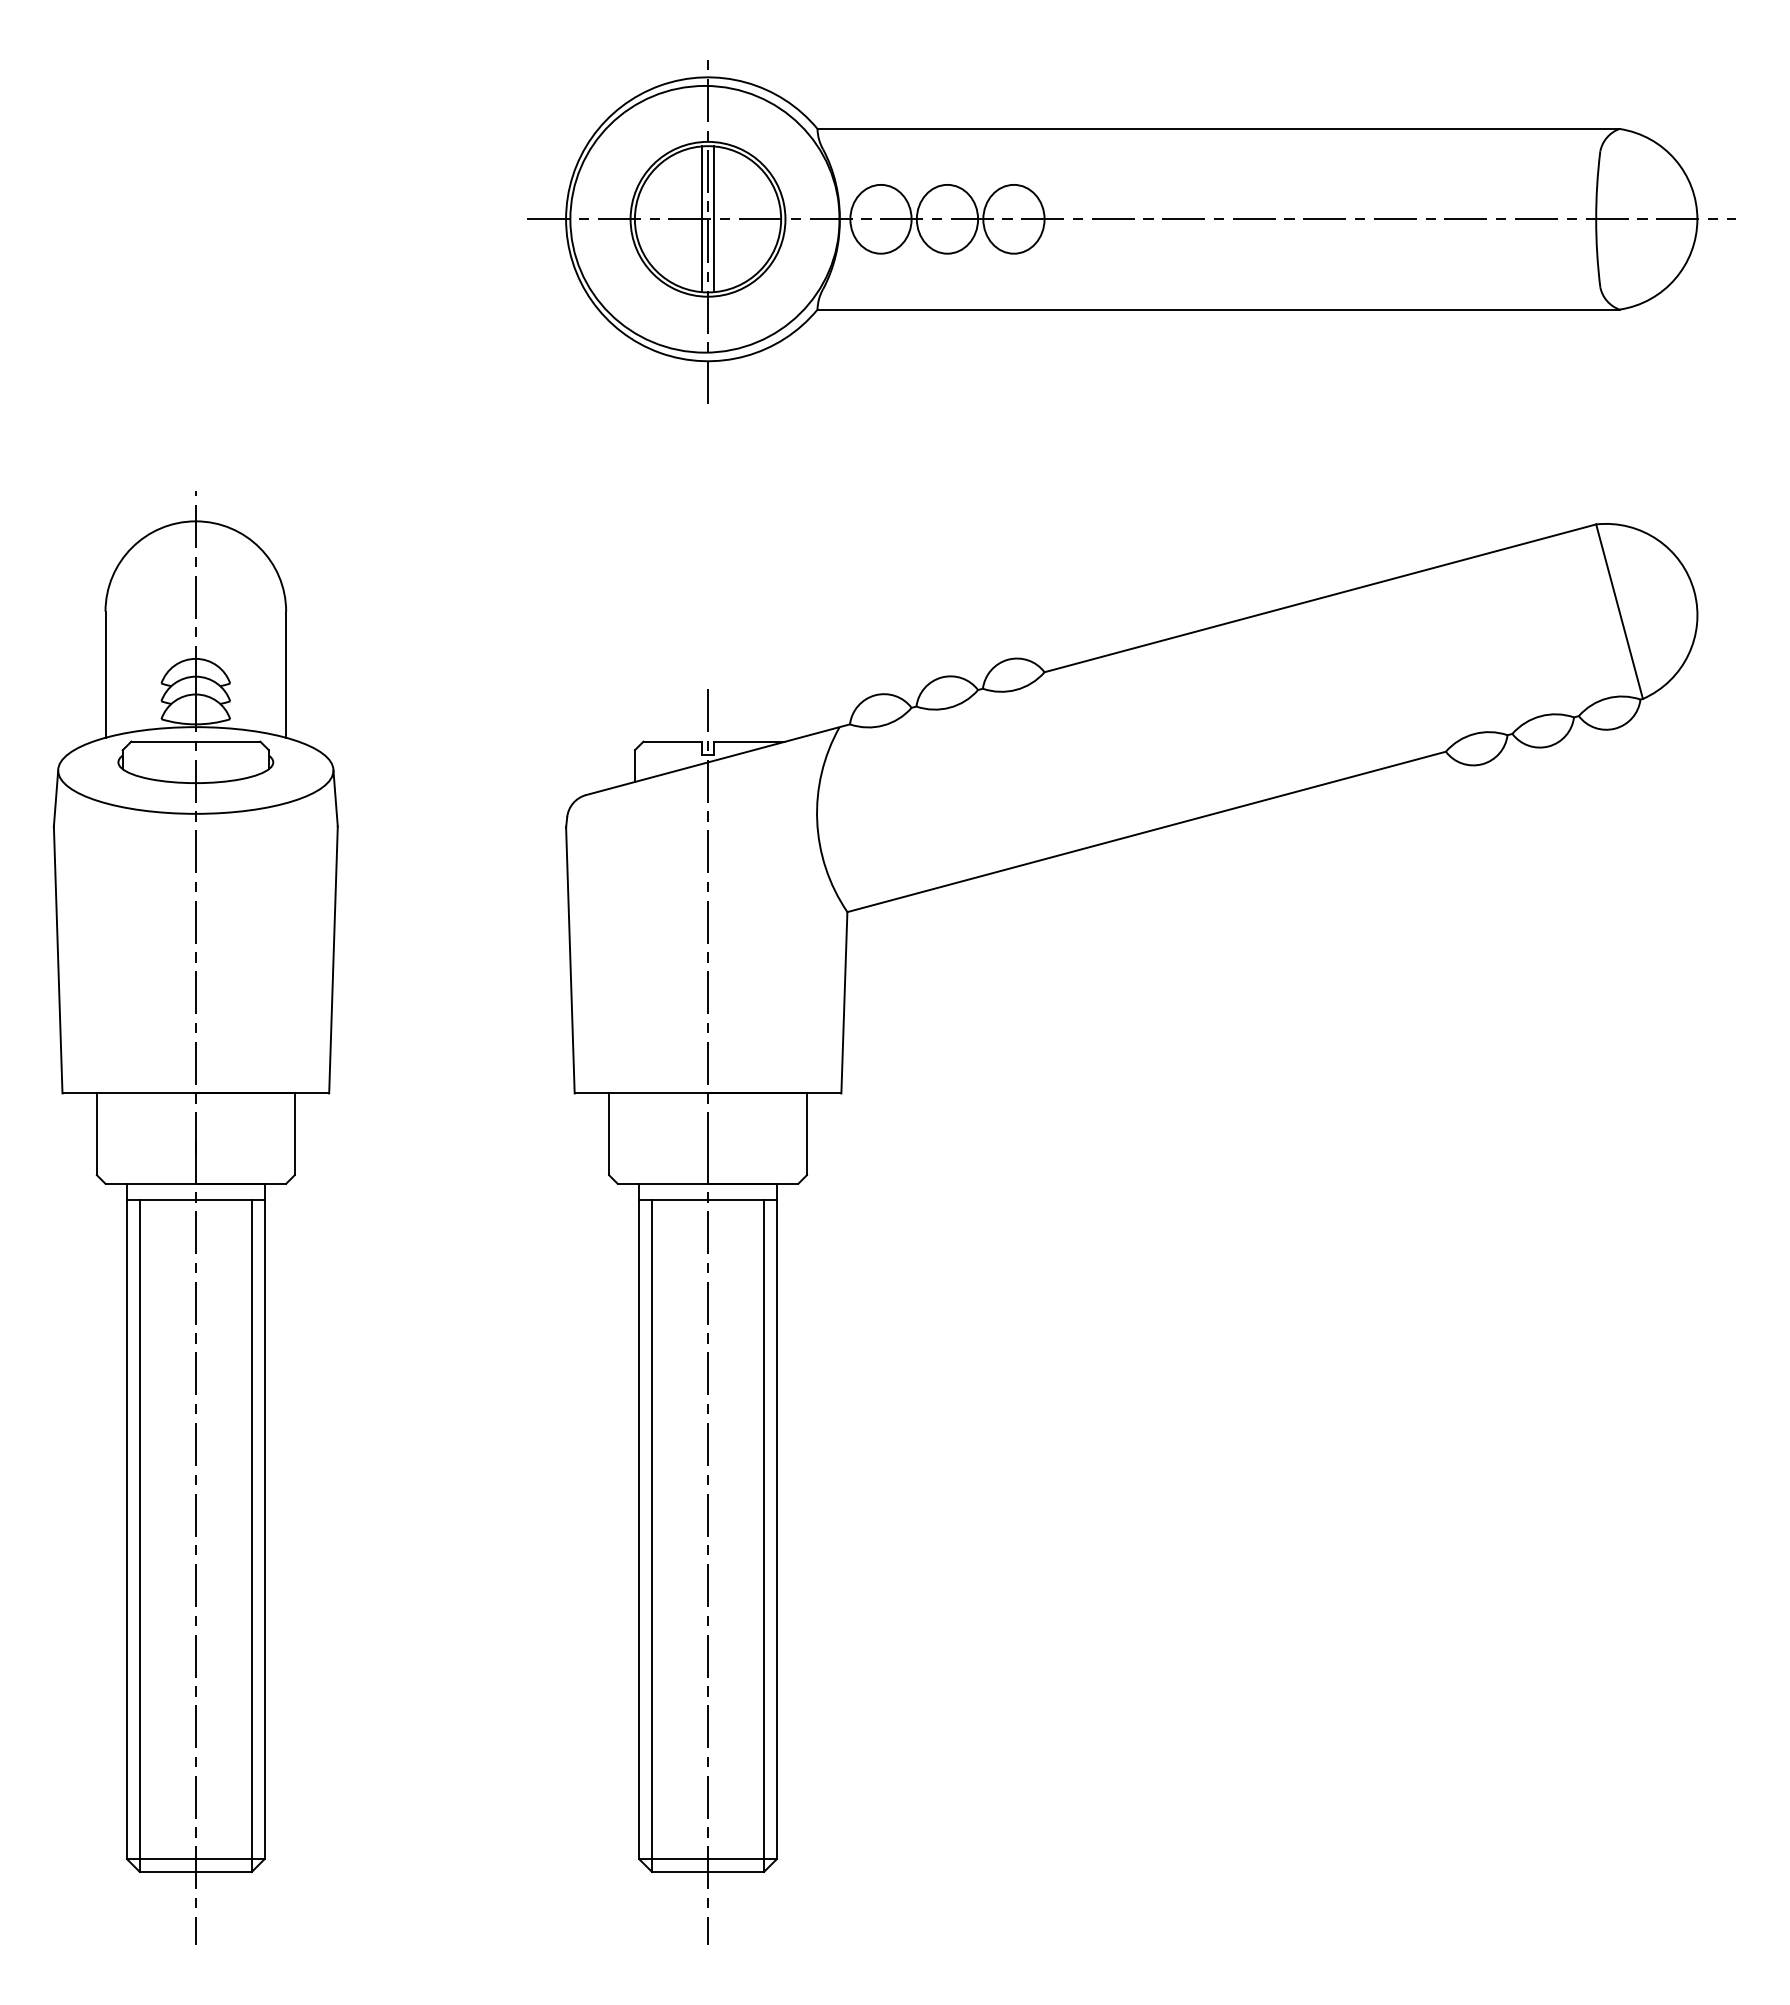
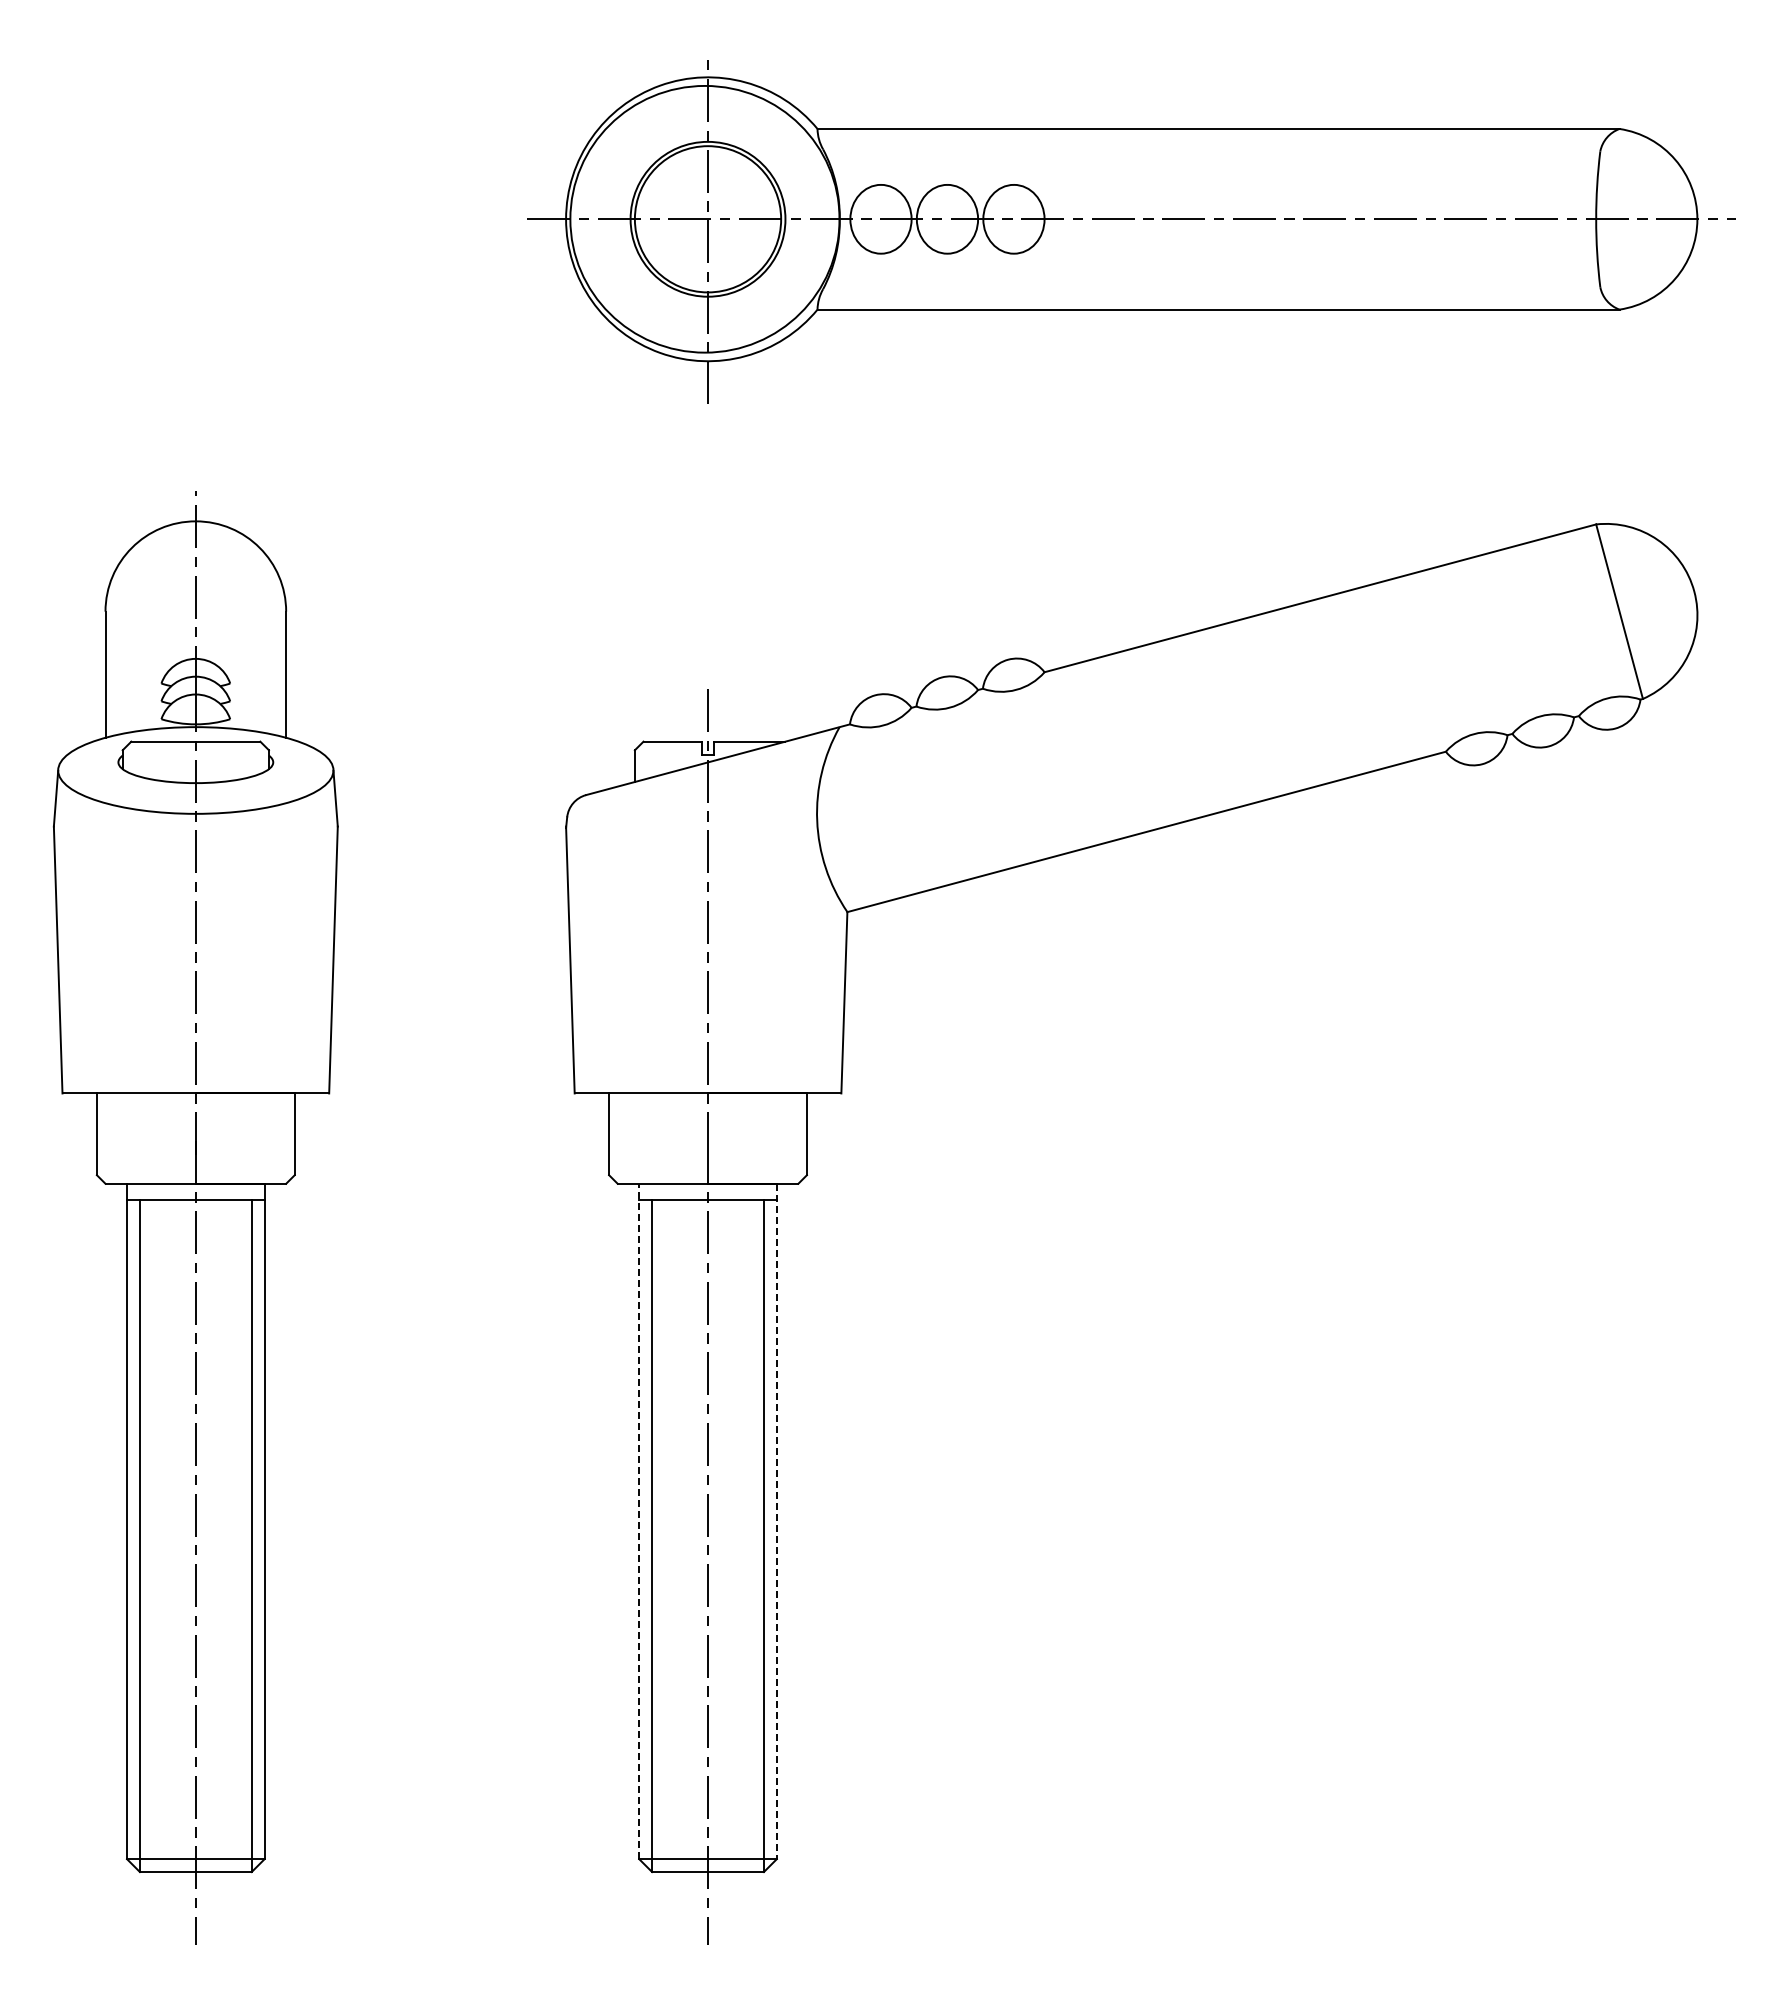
line at (701, 219): present -> none
line at (714, 219): present -> none
line at (639, 1521): solid -> dashed
line at (776, 1521): solid -> dashed
